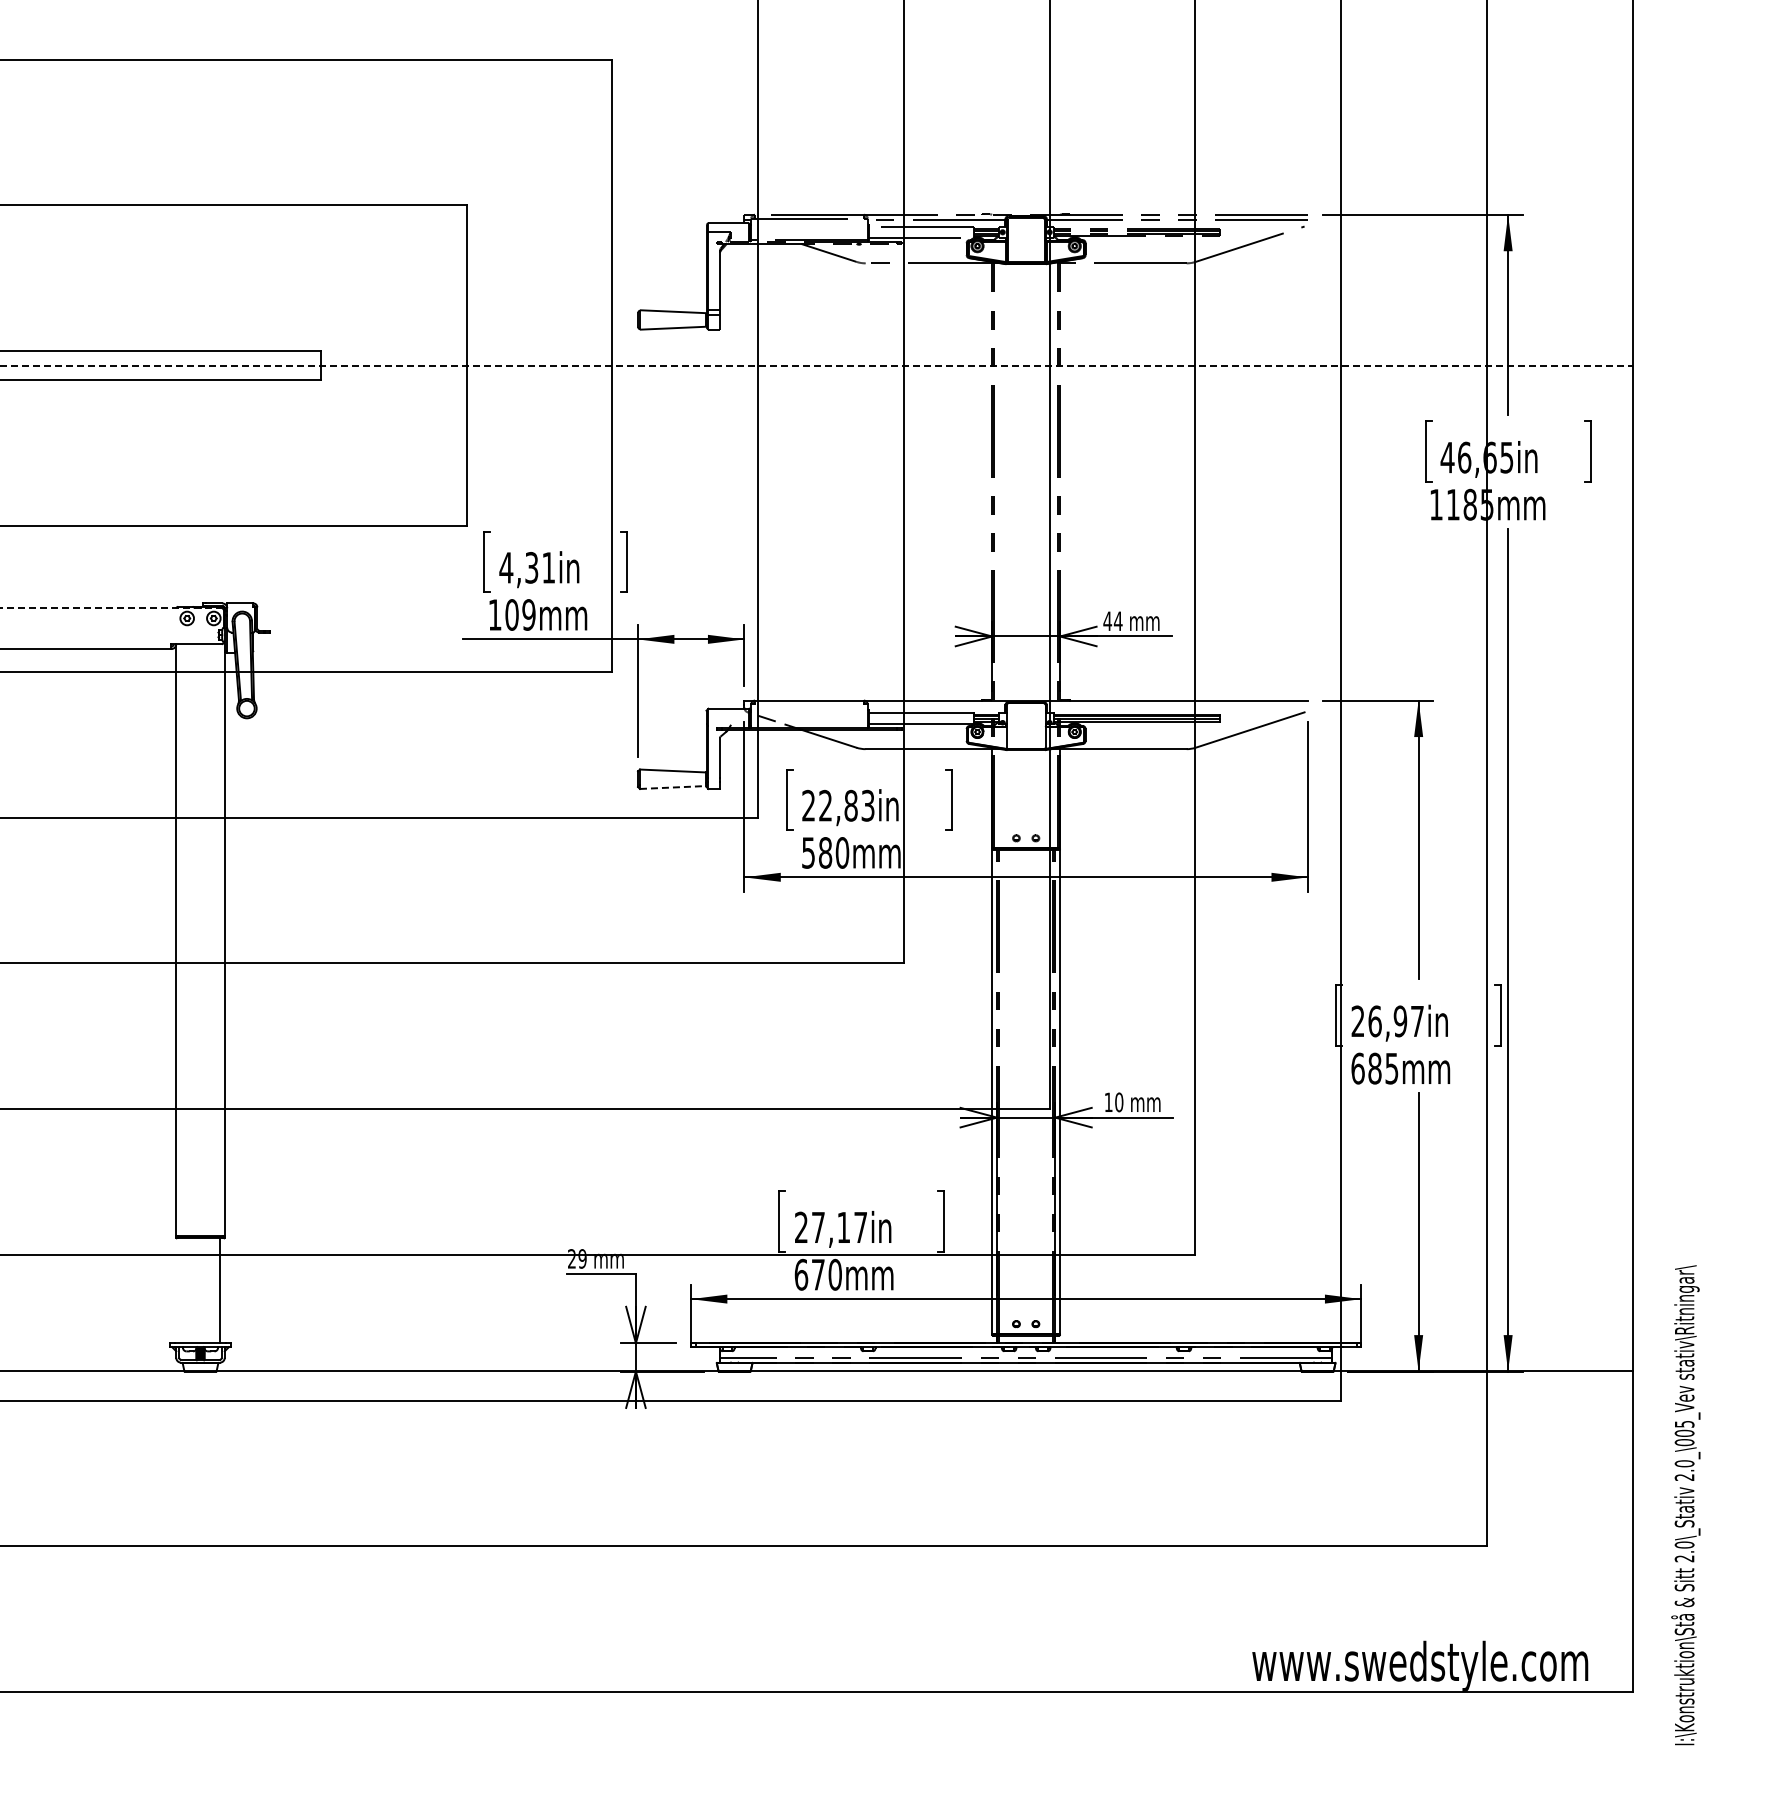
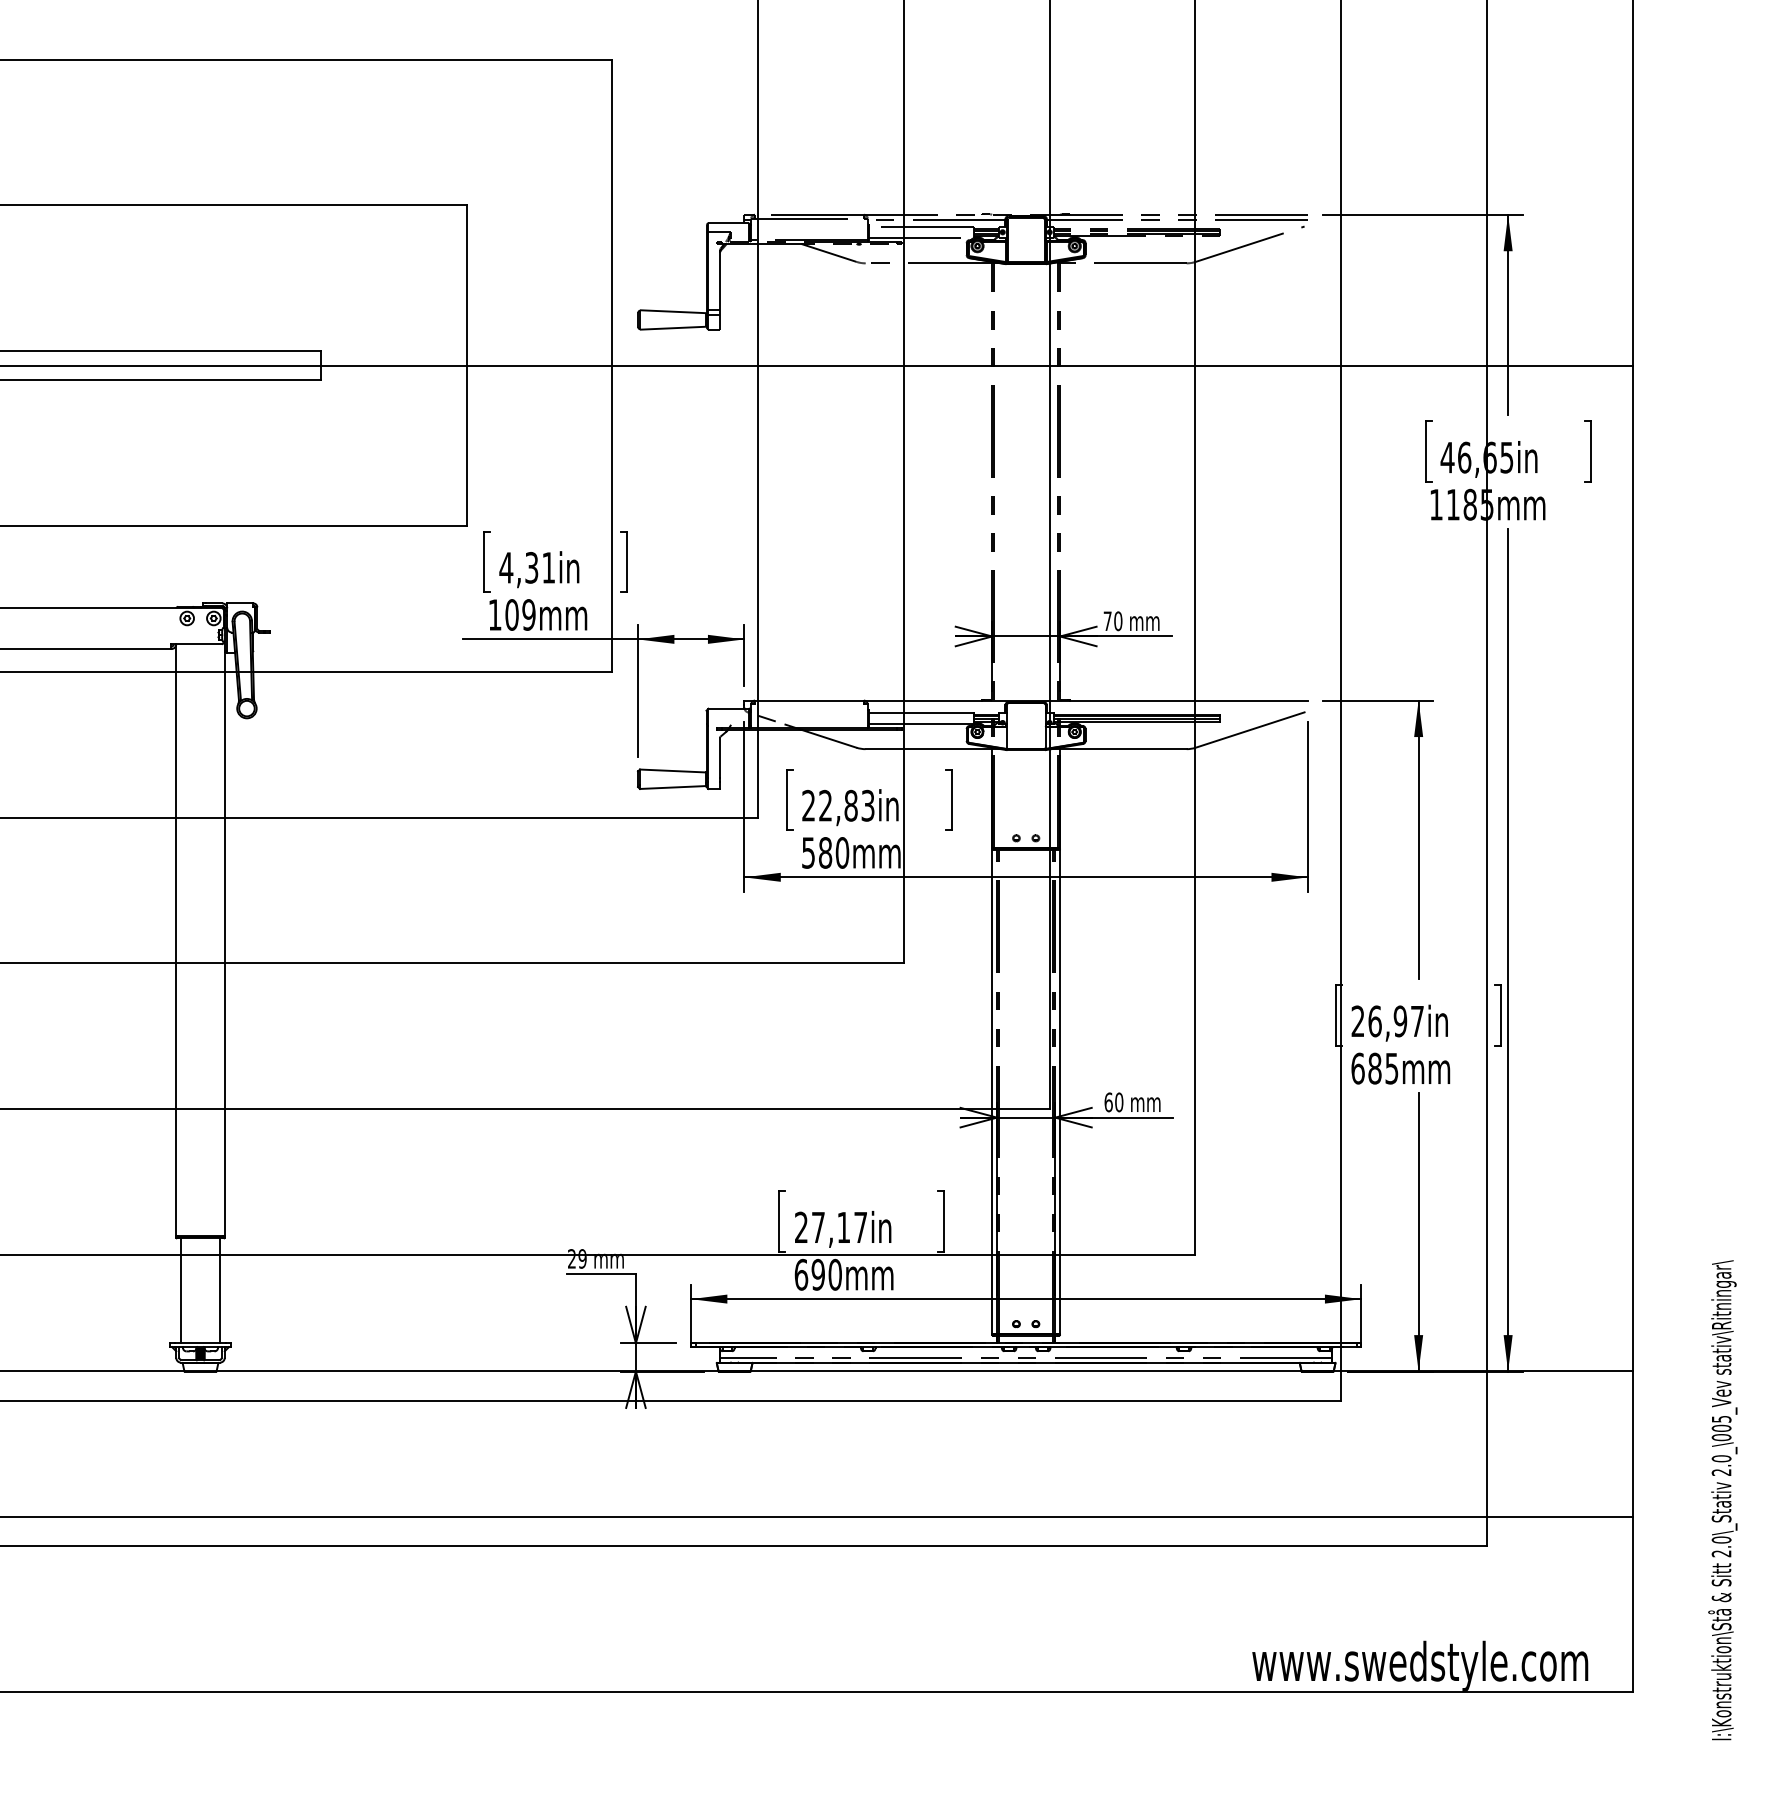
line at (816, 365): dashed -> solid
line at (110, 608): dashed -> solid
text at (1112, 621): 44 -> 70
line at (673, 787): dashed -> solid
text at (1108, 1102): 10 -> 60
text at (817, 1274): 670mm -> 690mm
line at (181, 1290): none -> present
text at (1685, 1505) position: (1685, 1505) -> (1722, 1500)
line at (817, 1517): none -> present
